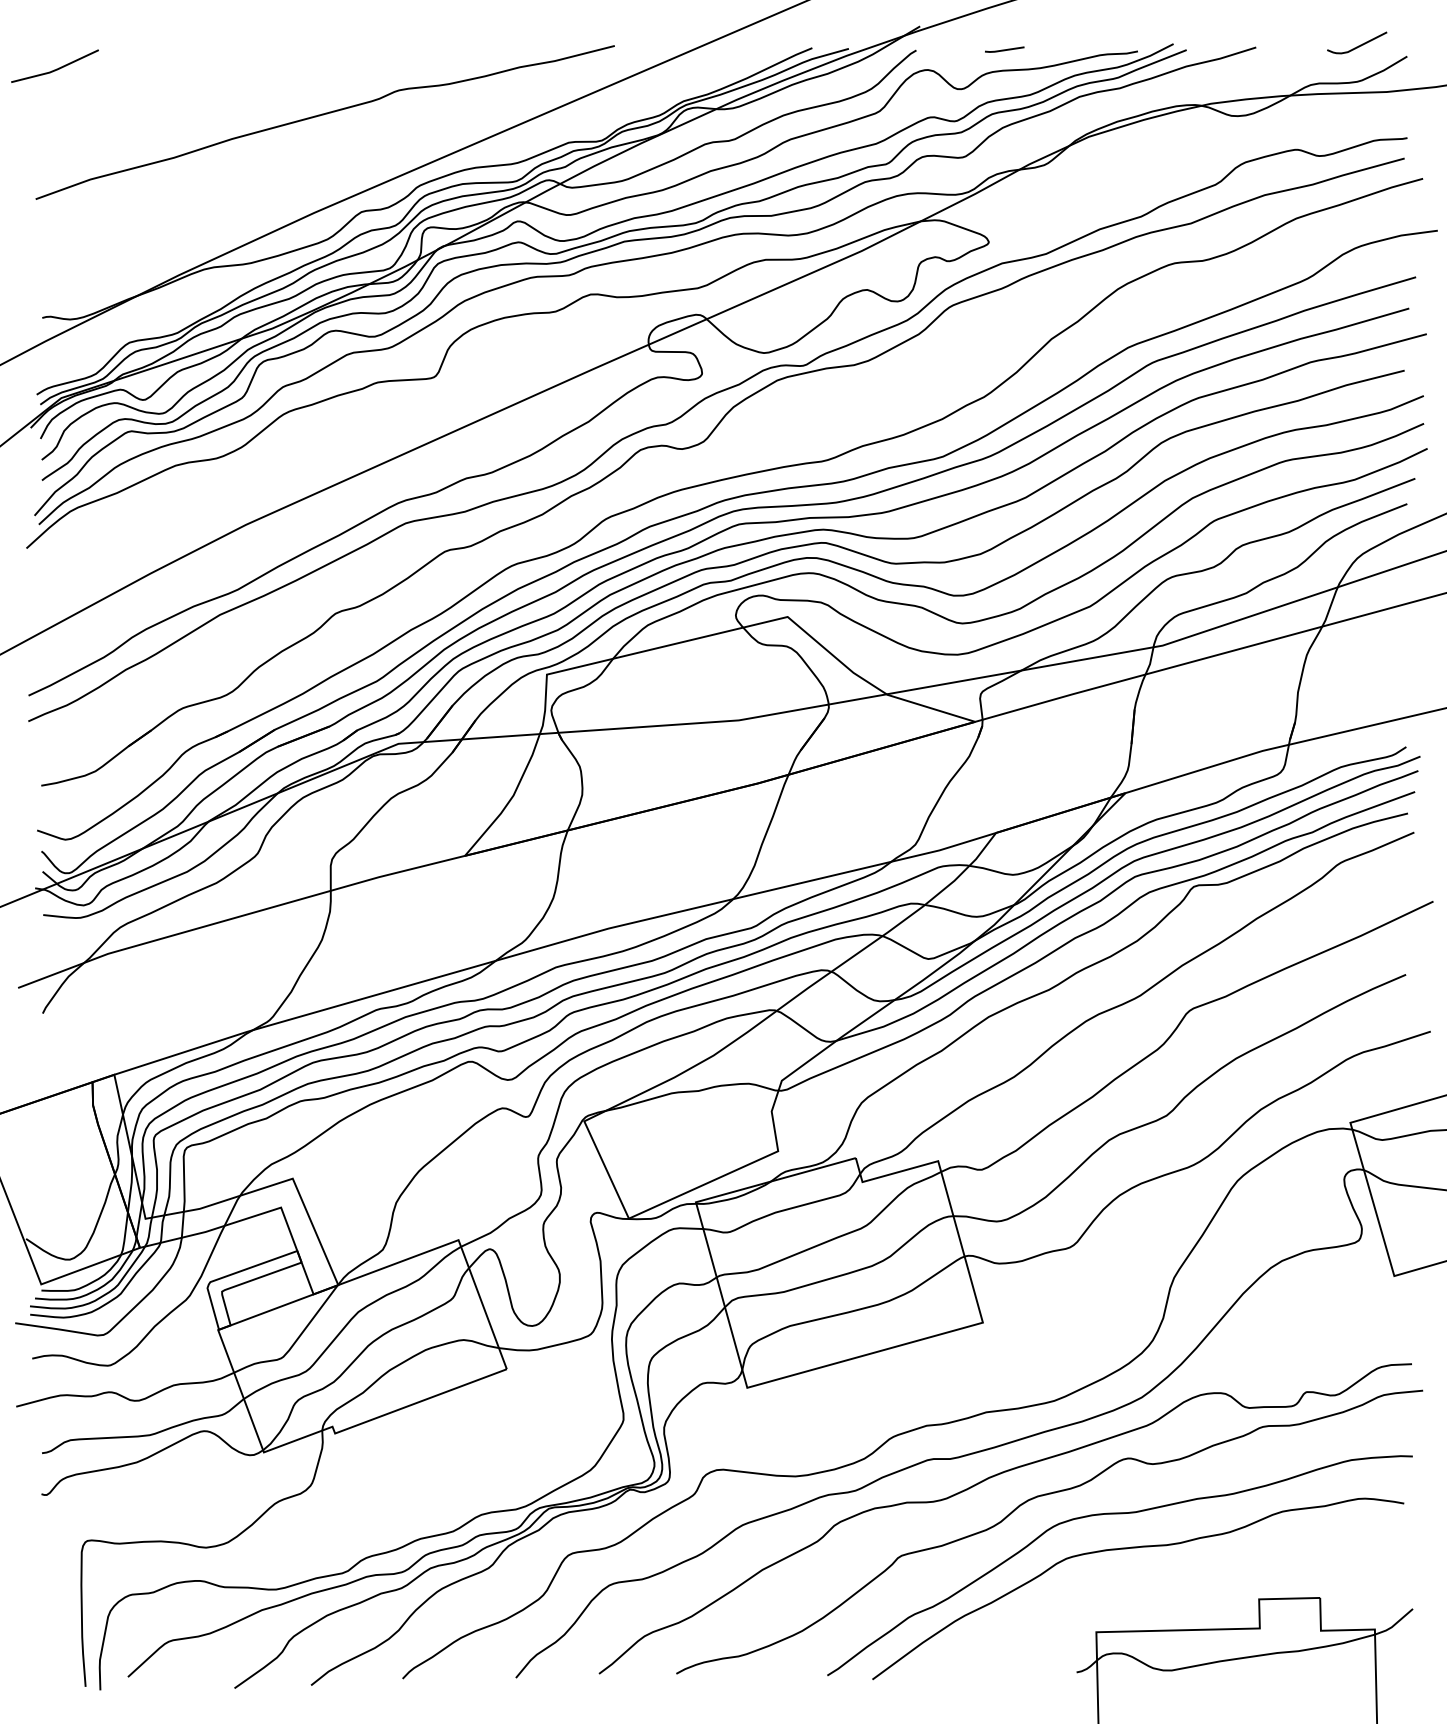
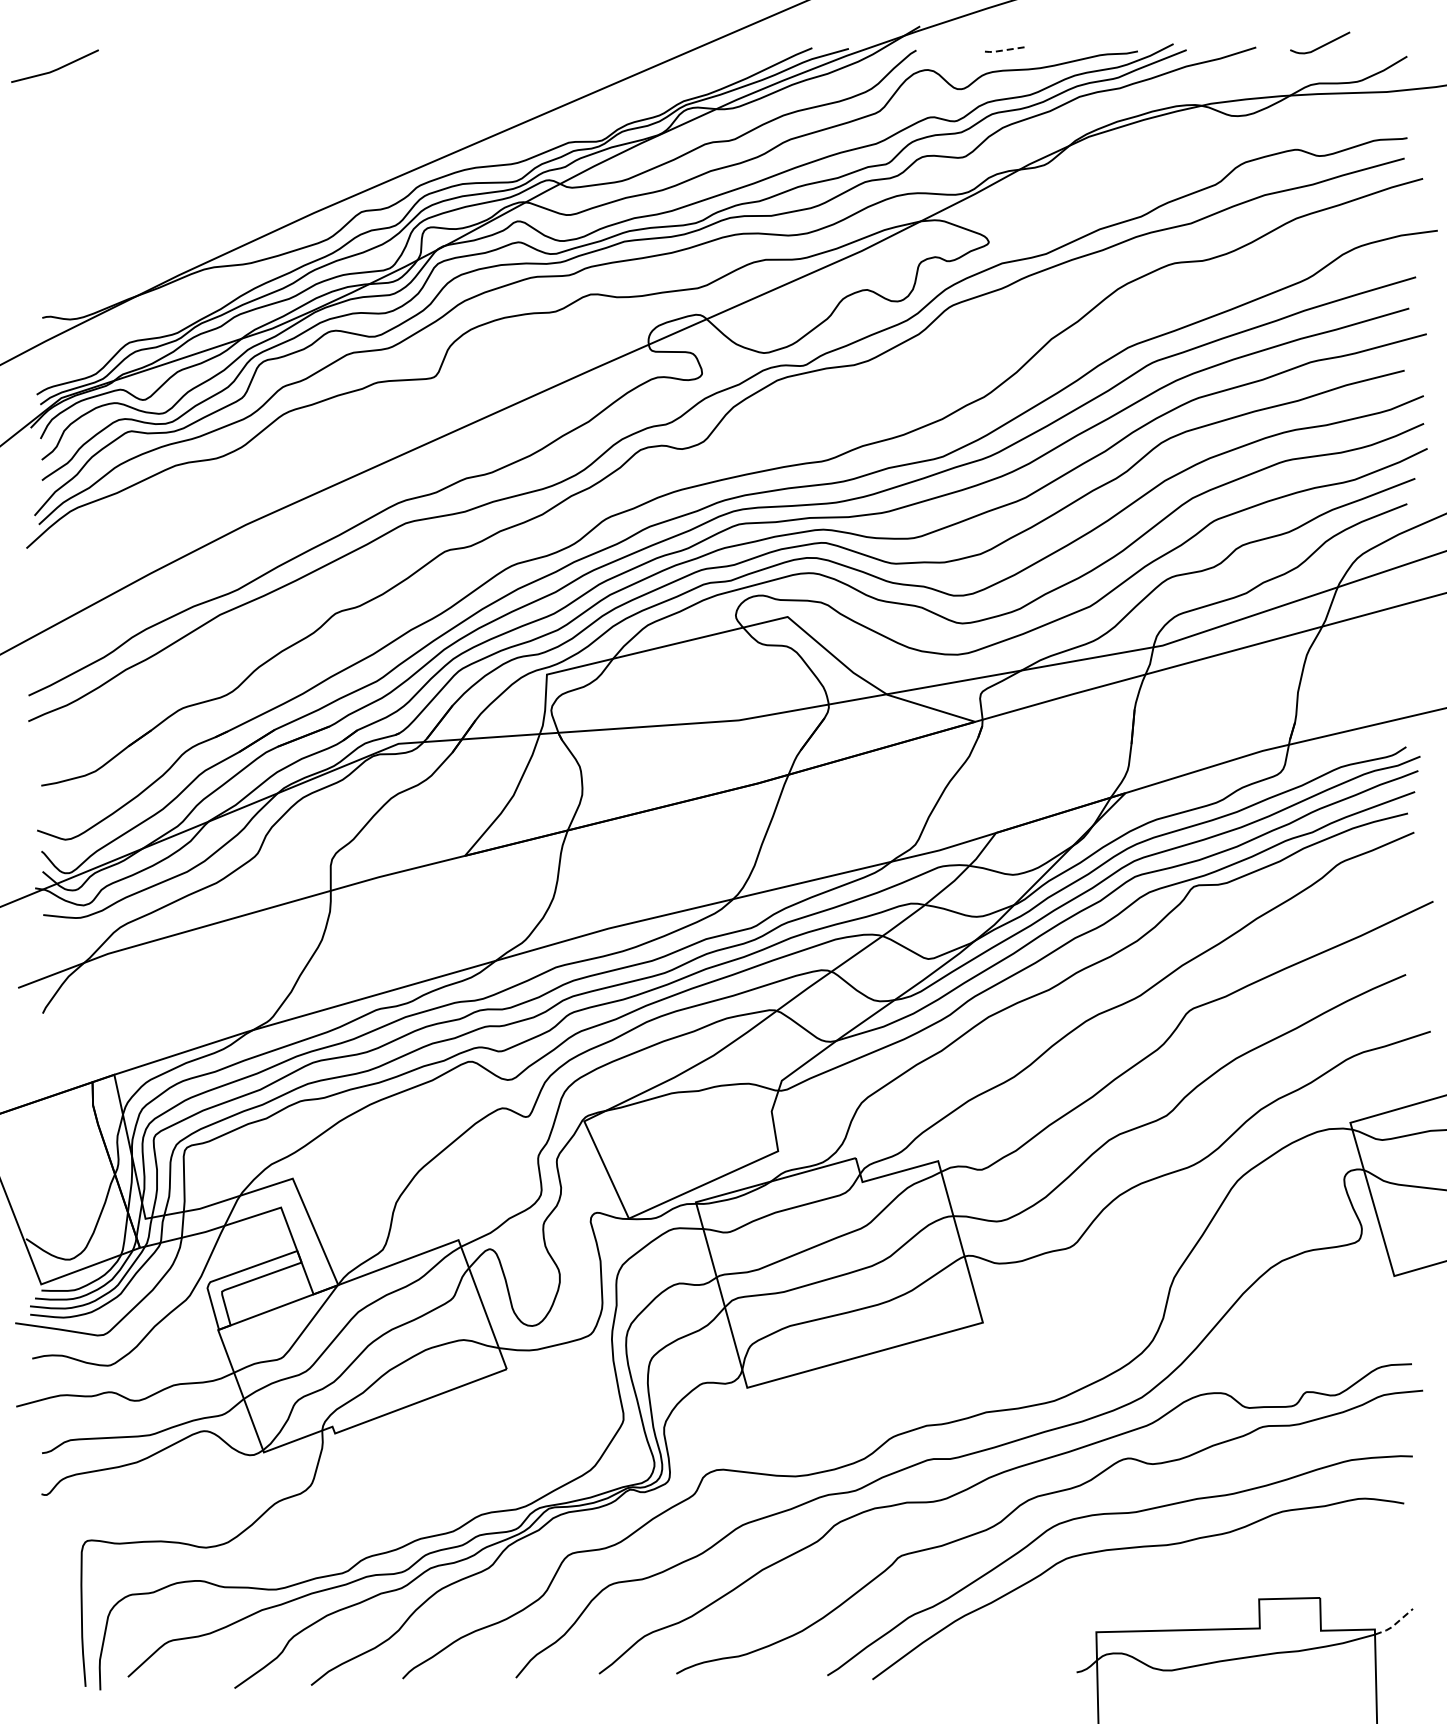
curve at (1358, 45) position: (1358, 45) -> (1321, 45)
line at (1003, 50): solid -> dashed
curve at (323, 115): present -> none
line at (1394, 1624): solid -> dashed
